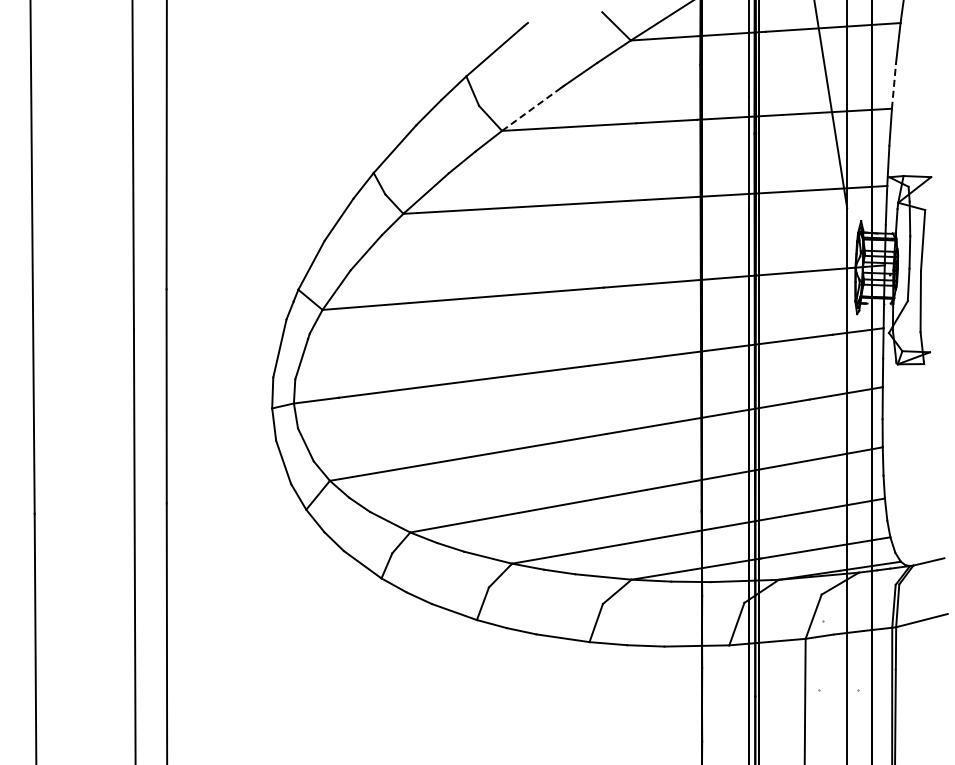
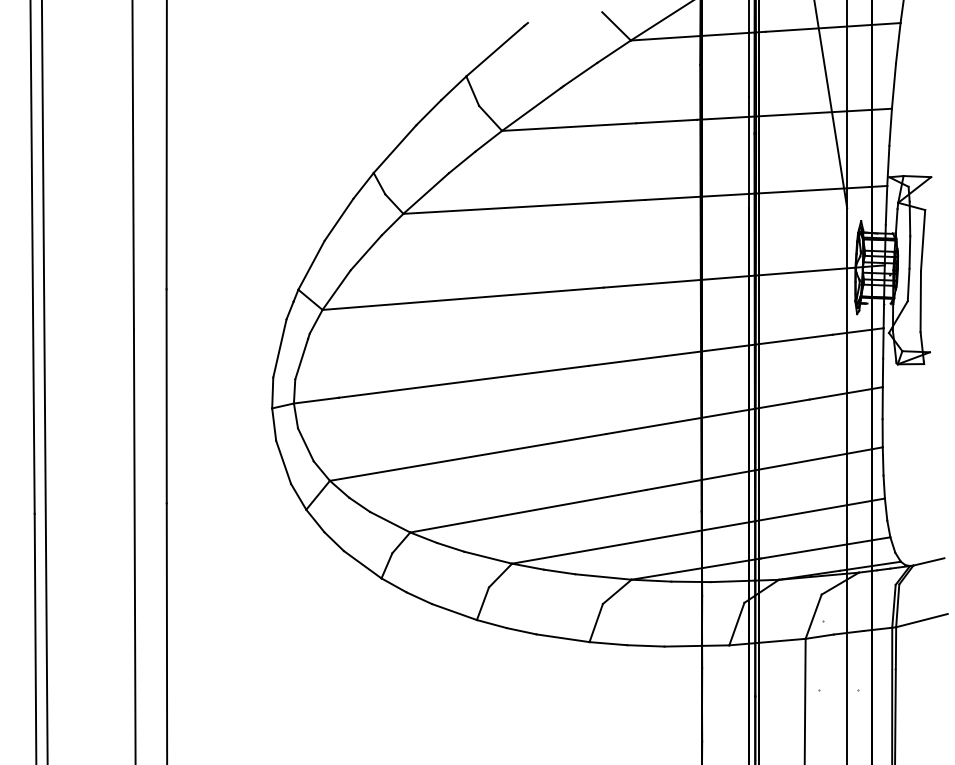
line at (893, 86): dashed -> solid
line at (531, 109): dashed -> solid
line at (44, 381): none -> present
